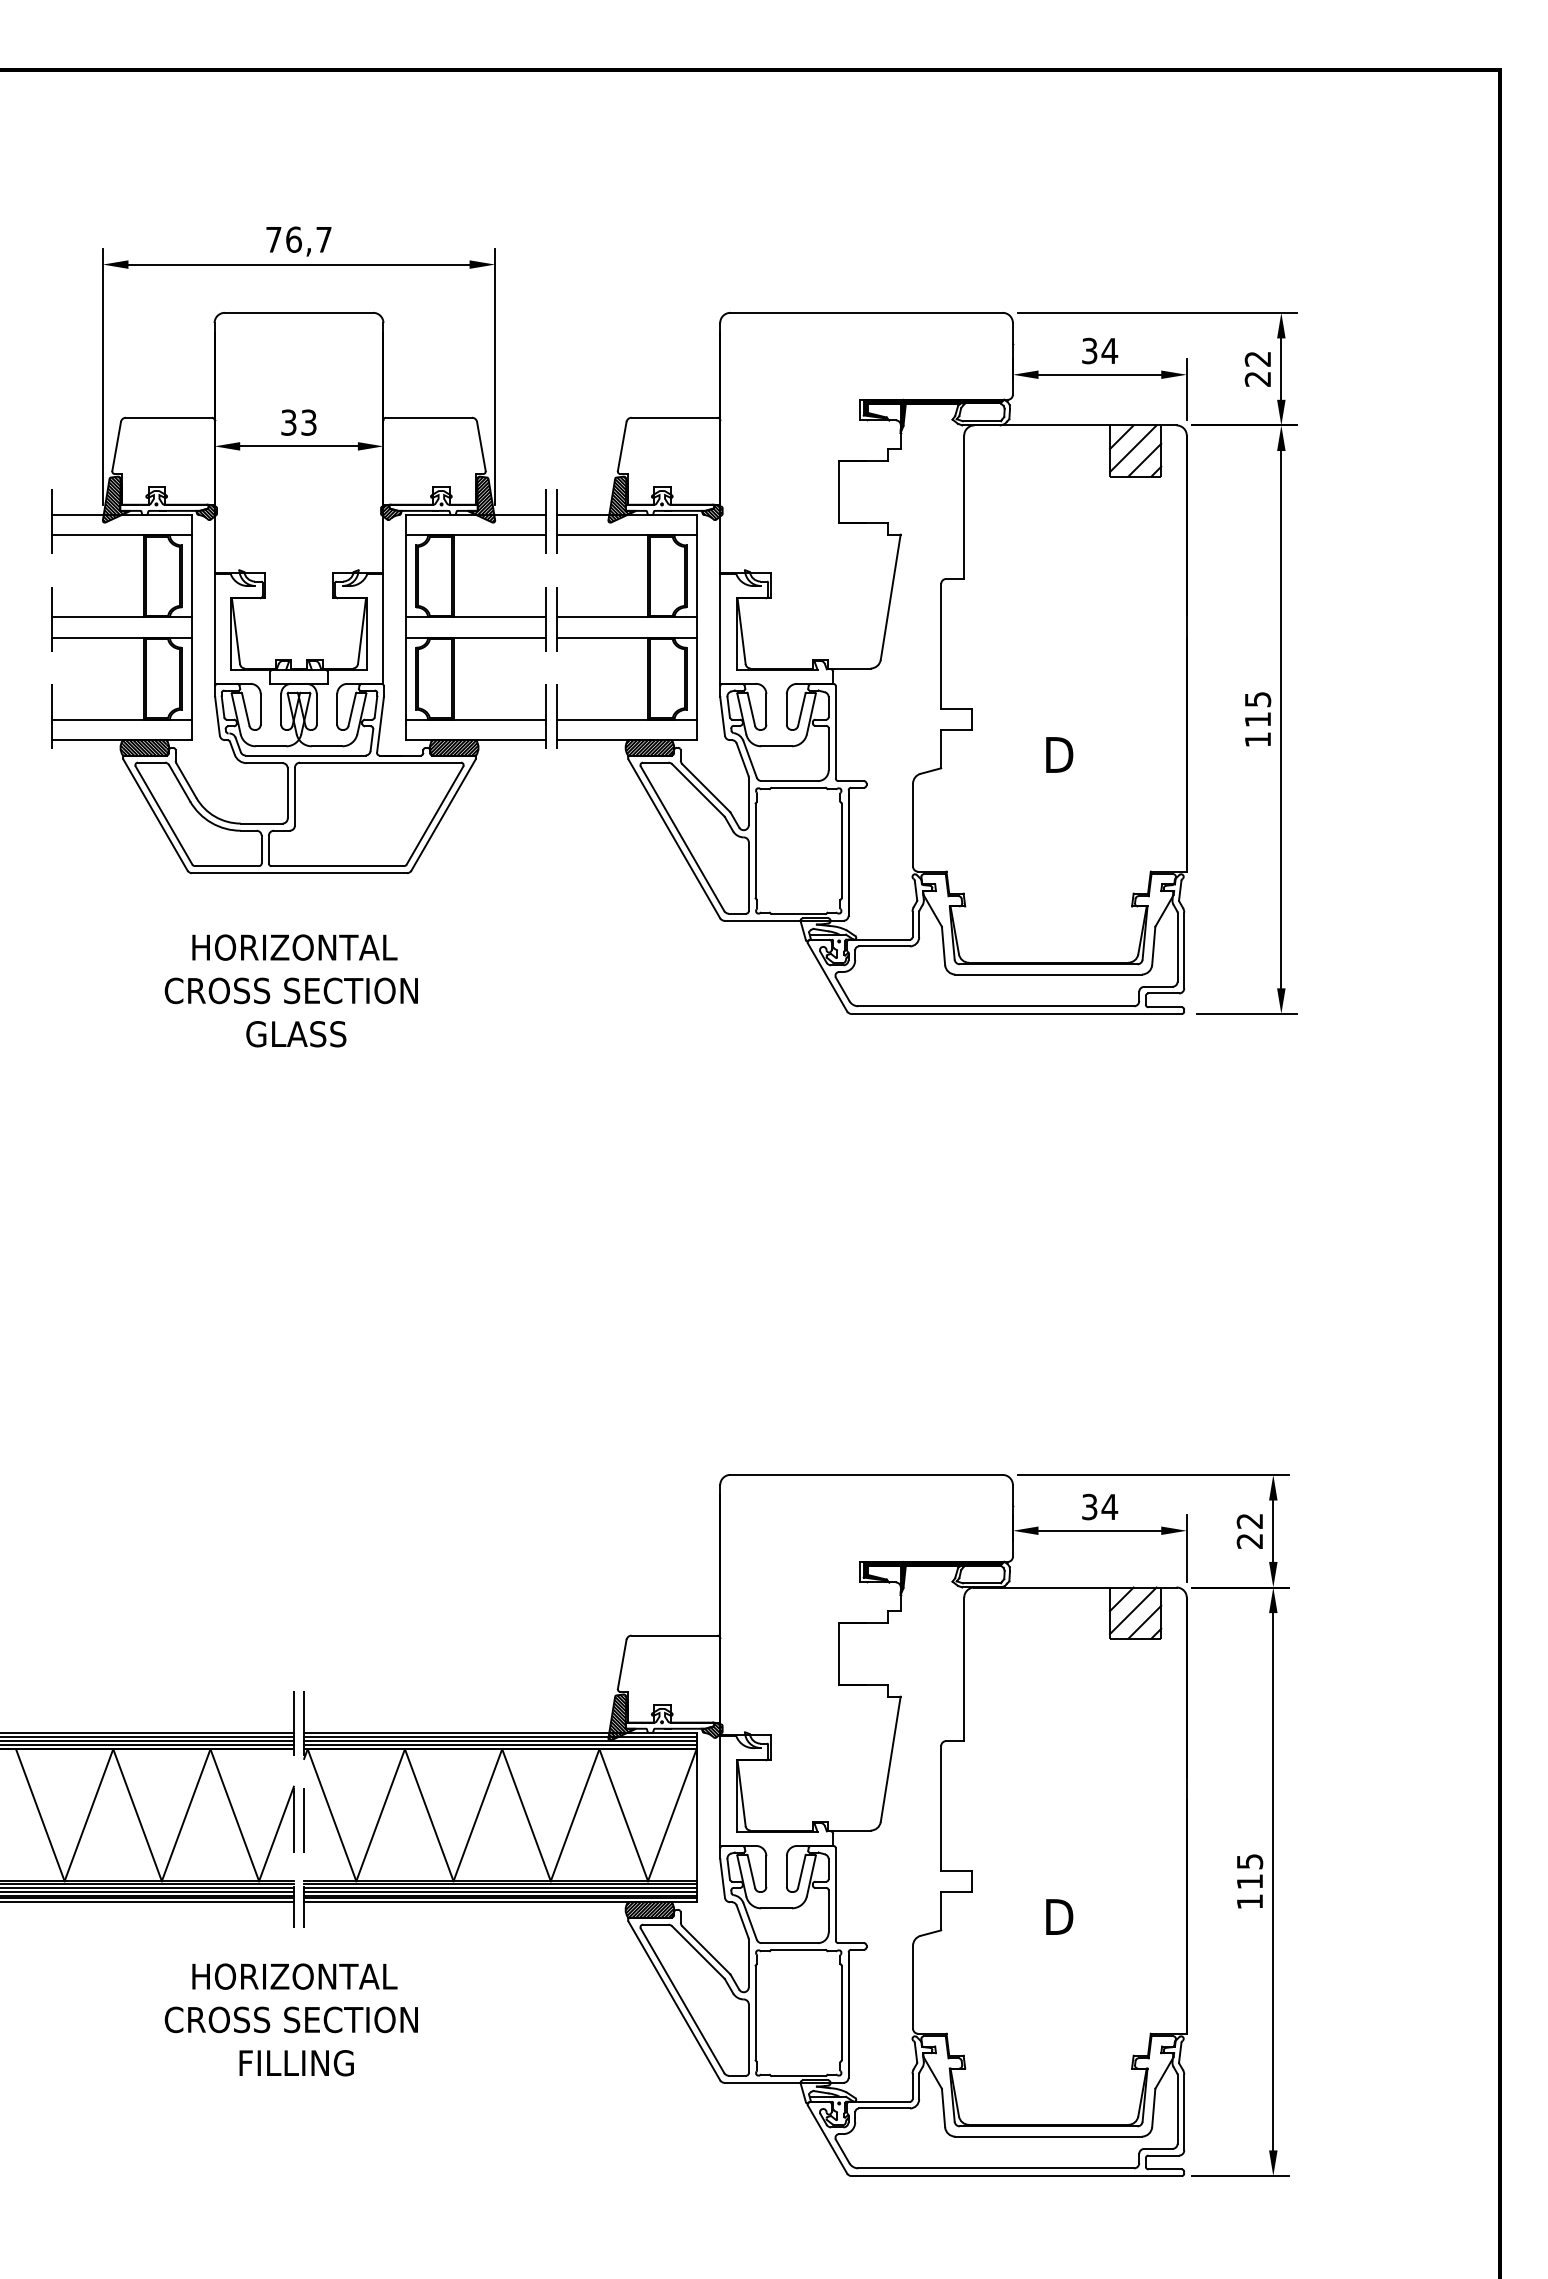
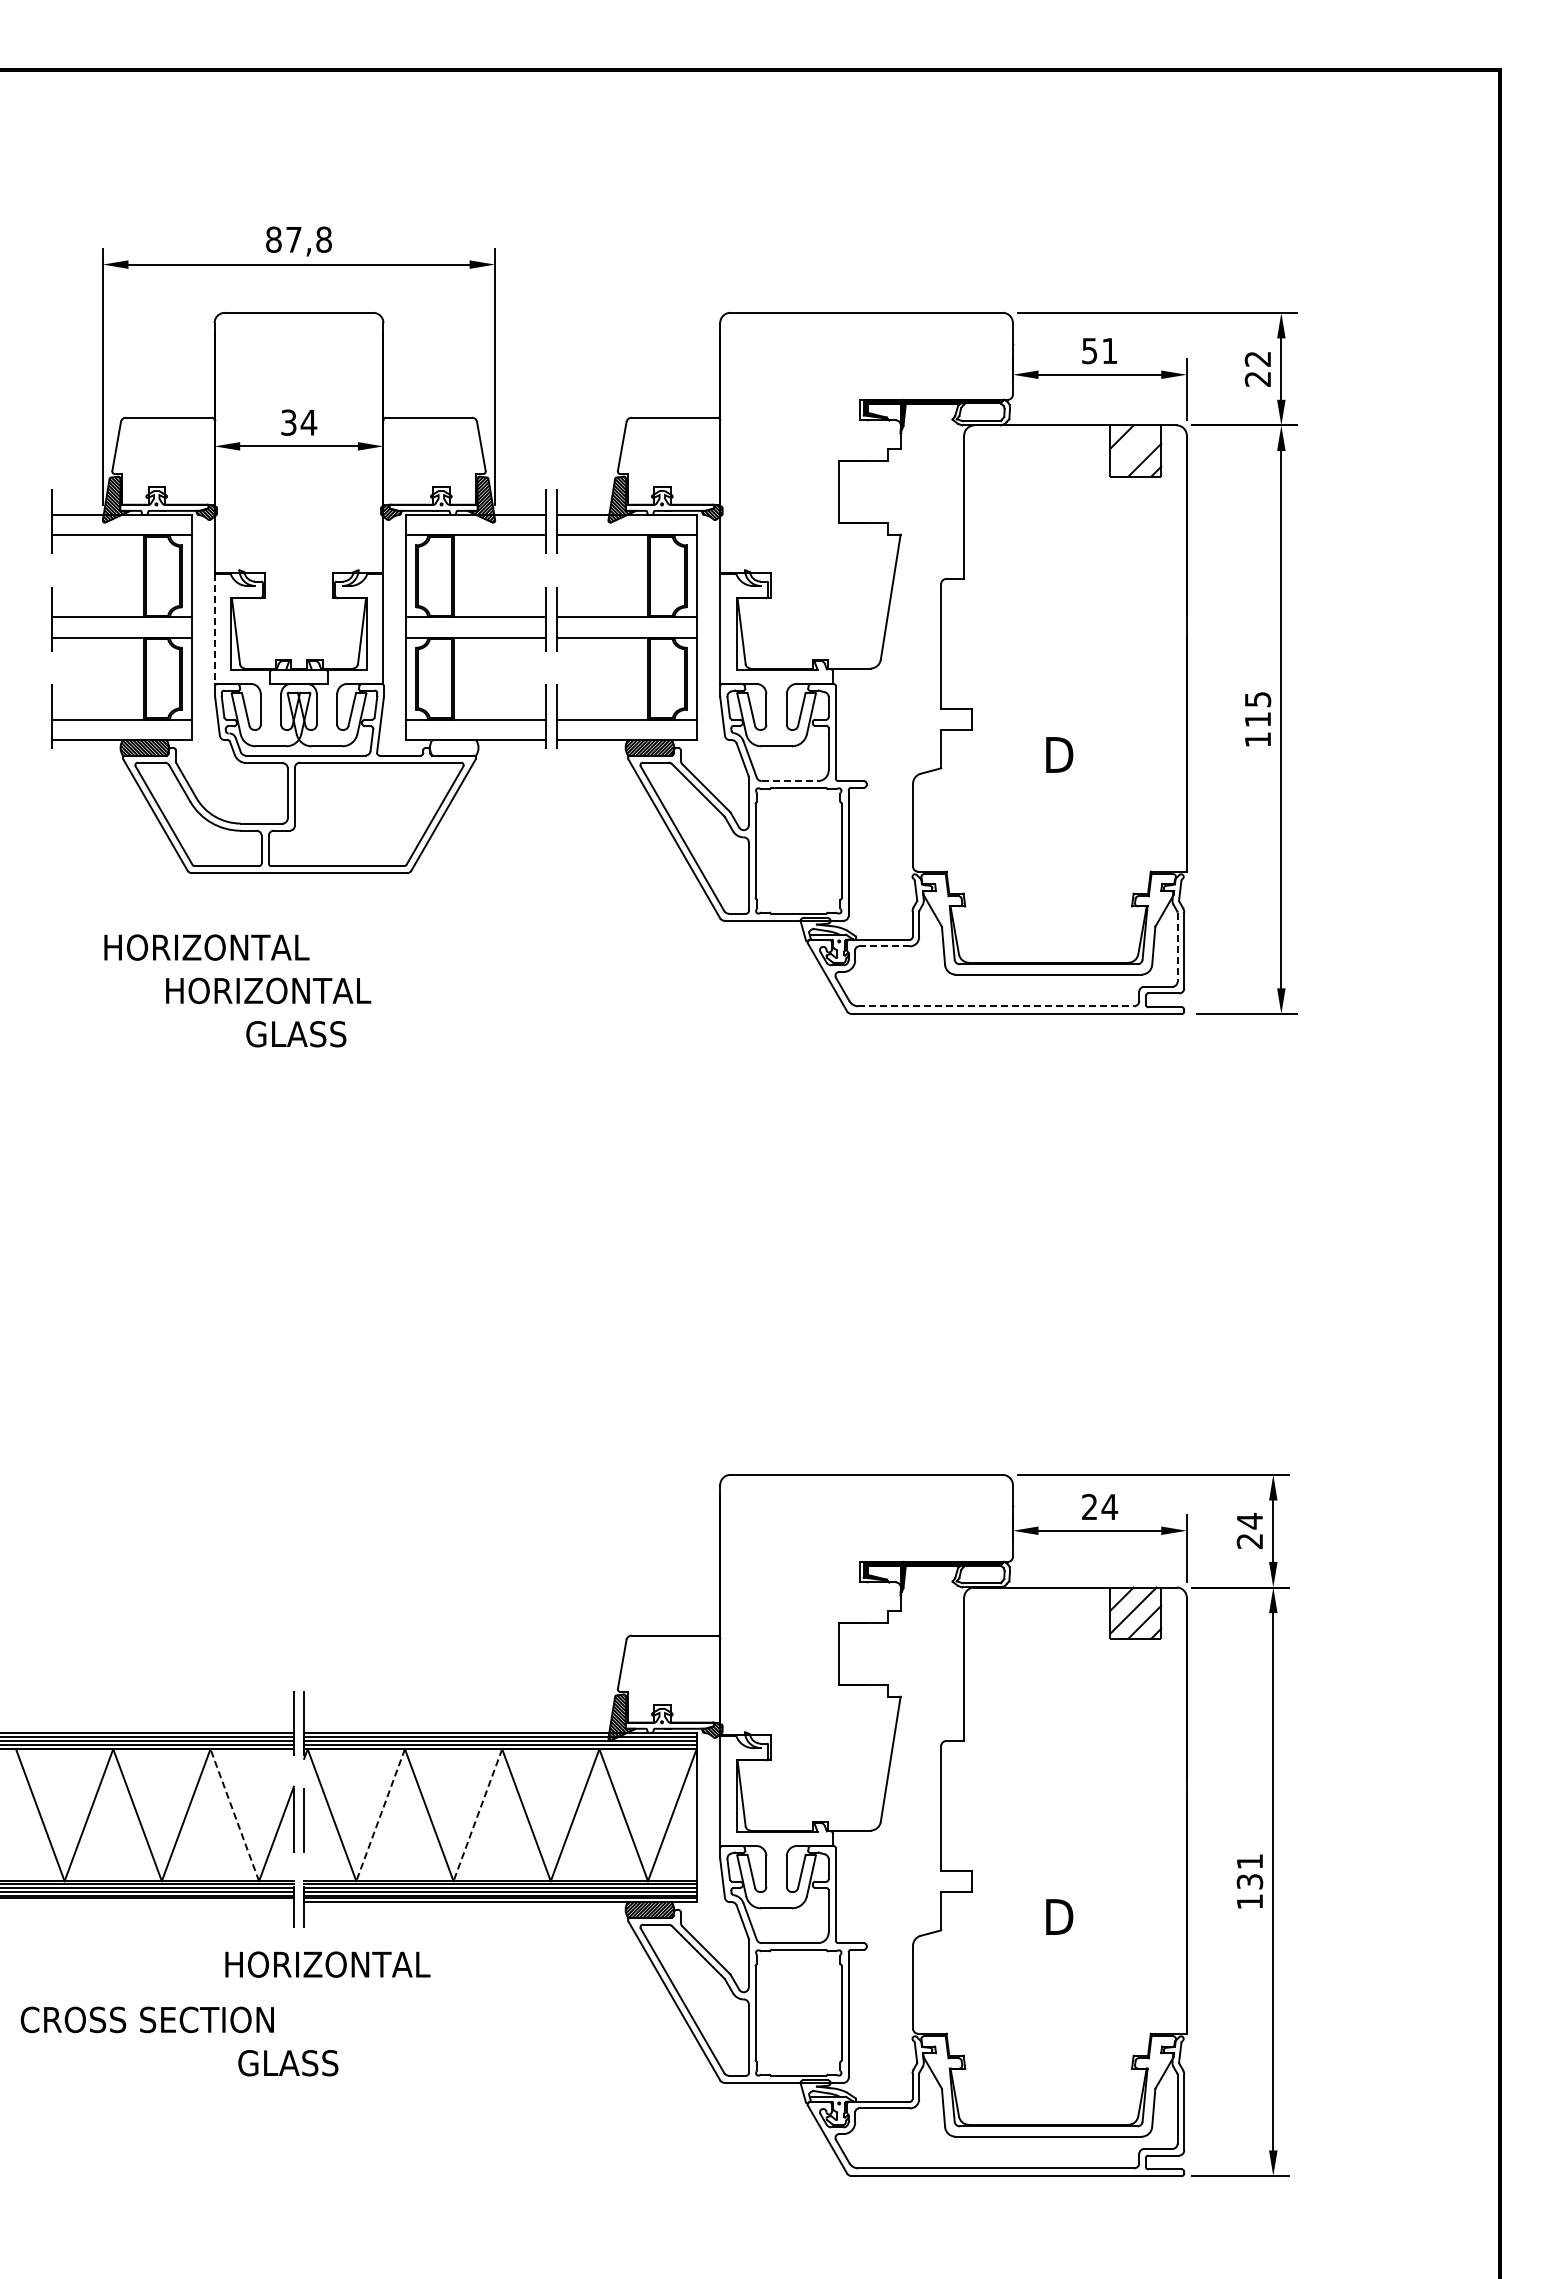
text at (298, 239): 76,7 -> 87,8
text at (1100, 350): 34 -> 51
text at (308, 422): 33 -> 34
line at (1133, 448): present -> none
line at (214, 629): solid -> dashed
hatch at (453, 747): present -> none
line at (790, 781): solid -> dashed
line at (885, 946): solid -> dashed
text at (294, 947) position: (294, 947) -> (206, 947)
line at (1177, 947): solid -> dashed
text at (290, 990): CROSS SECTION -> HORIZONTAL
line at (996, 1006): solid -> dashed
text at (1089, 1507): 34 -> 24
text at (1249, 1521): 22 -> 24
line at (234, 1814): solid -> dashed
line at (380, 1815): solid -> dashed
line at (477, 1815): solid -> dashed
text at (1249, 1871): 115 -> 131
line at (147, 1902): present -> none
text at (294, 1976) position: (294, 1976) -> (327, 1964)
text at (290, 2019) position: (290, 2019) -> (146, 2019)
text at (295, 2063): FILLING -> GLASS
